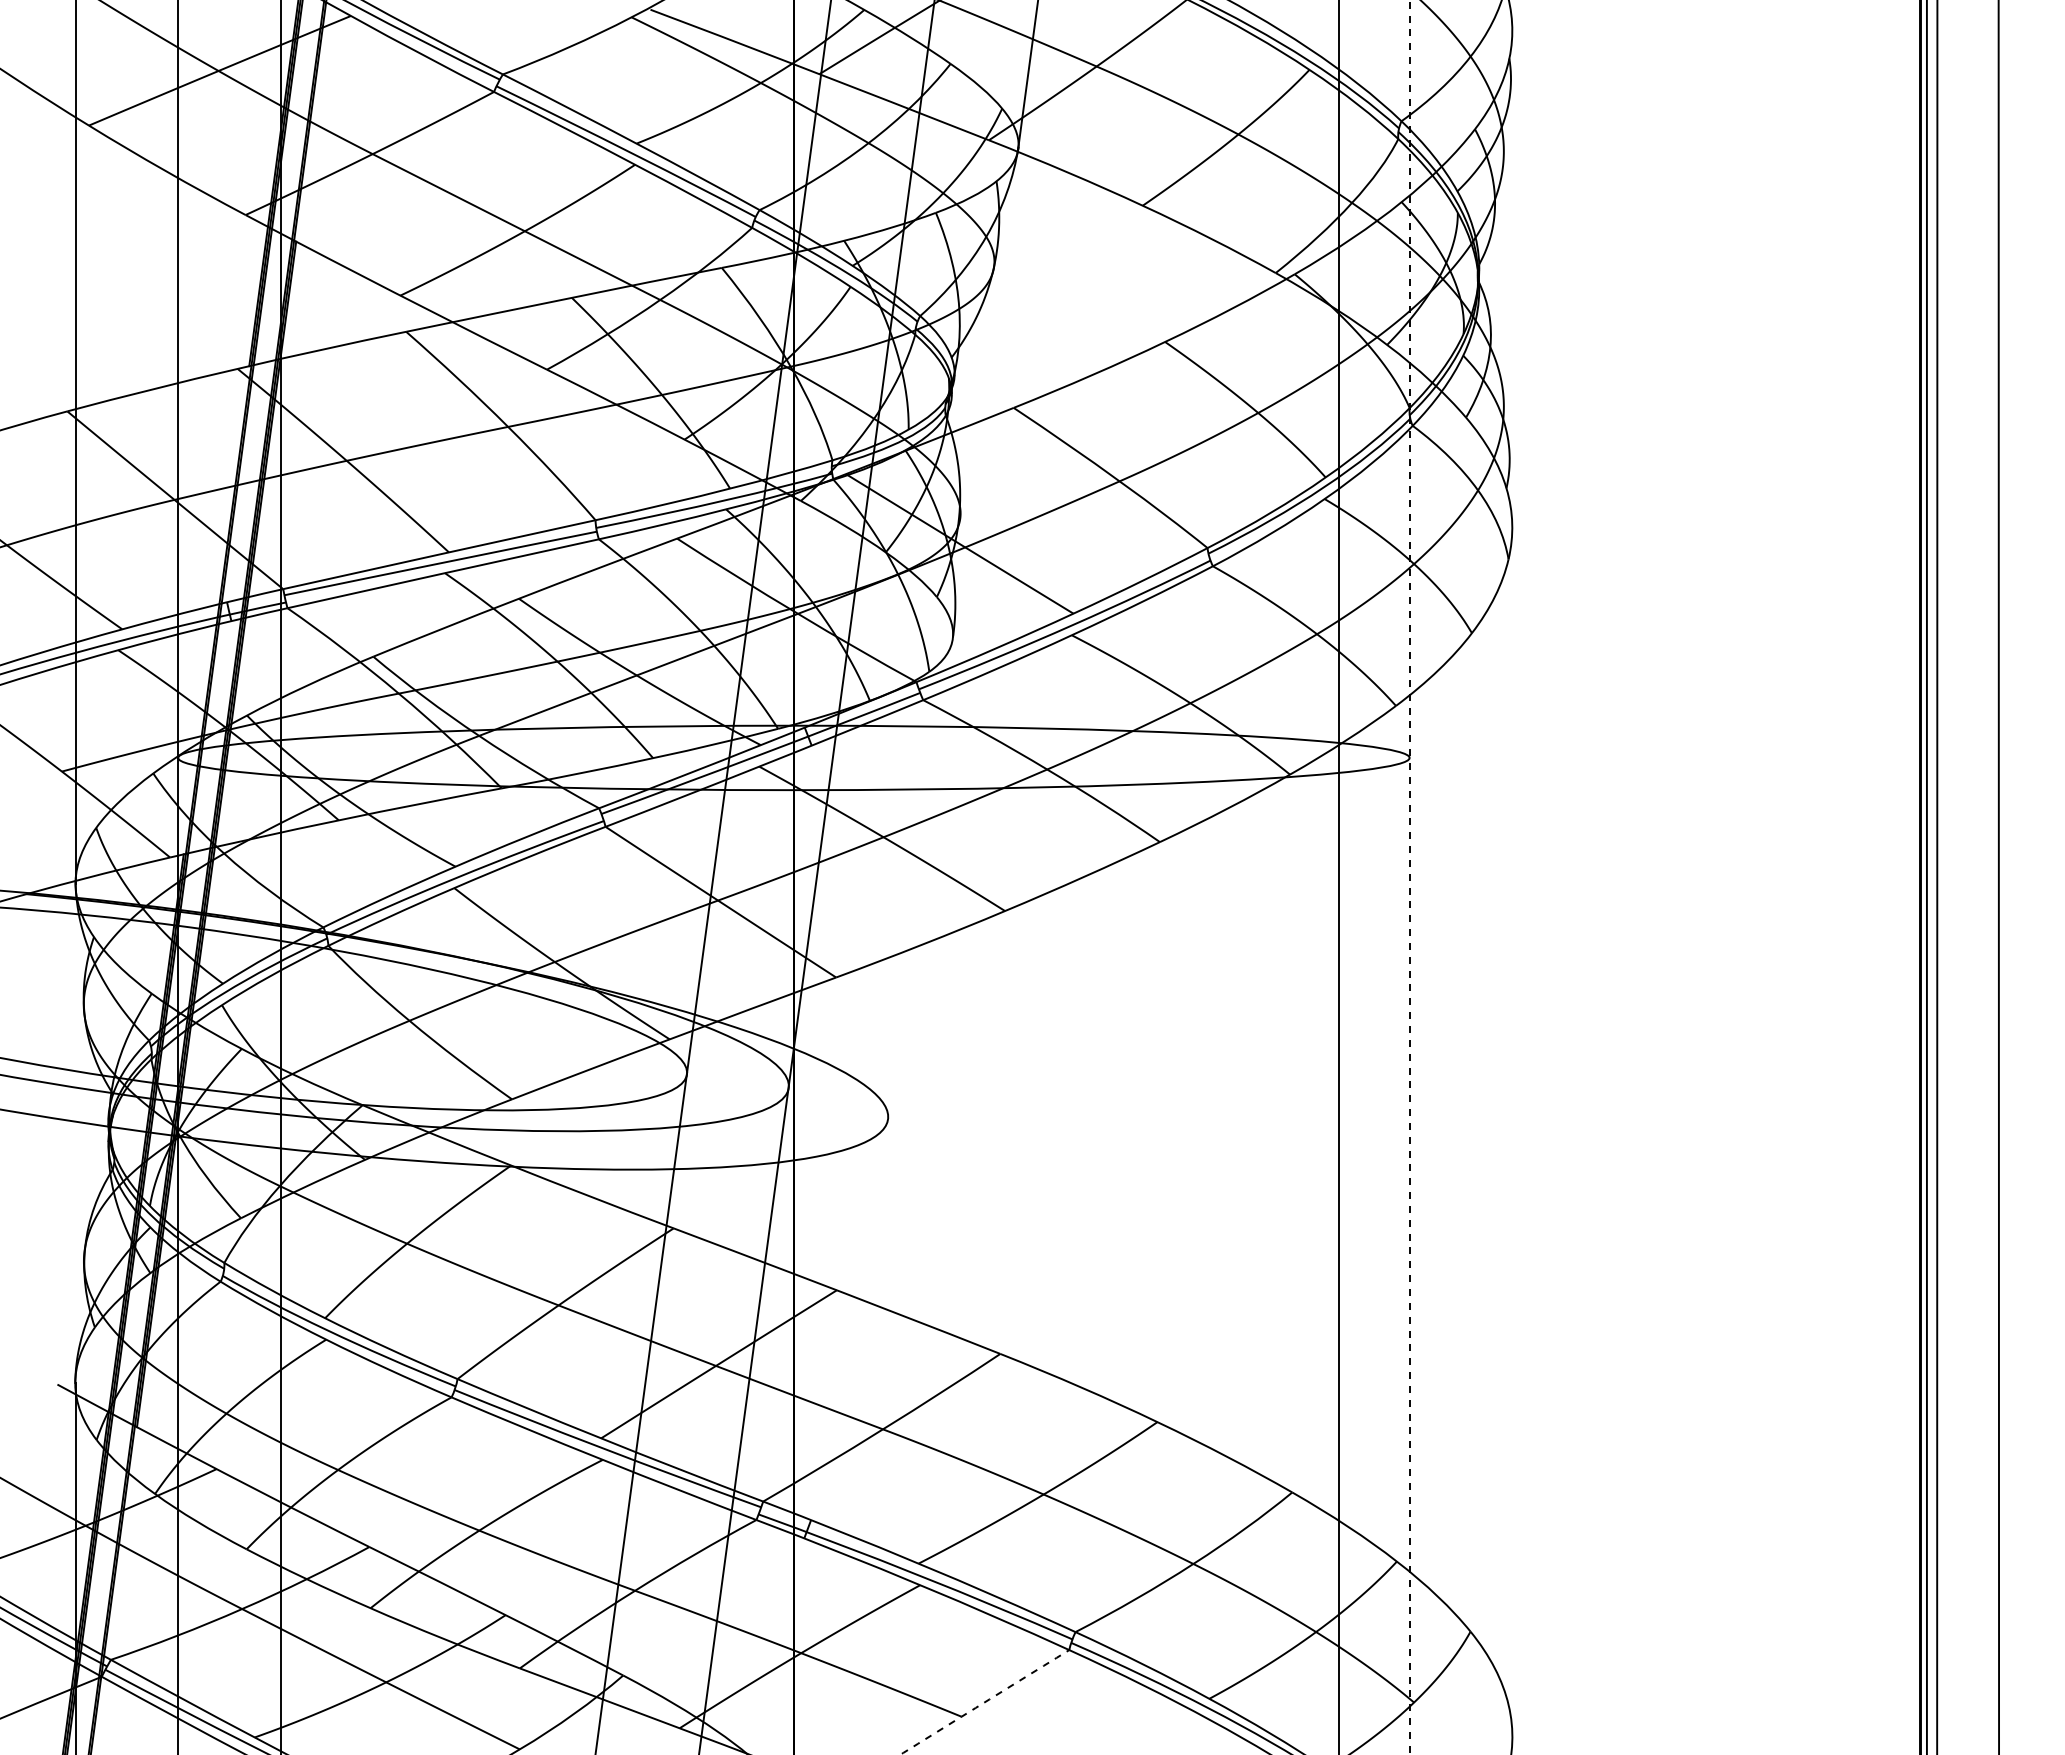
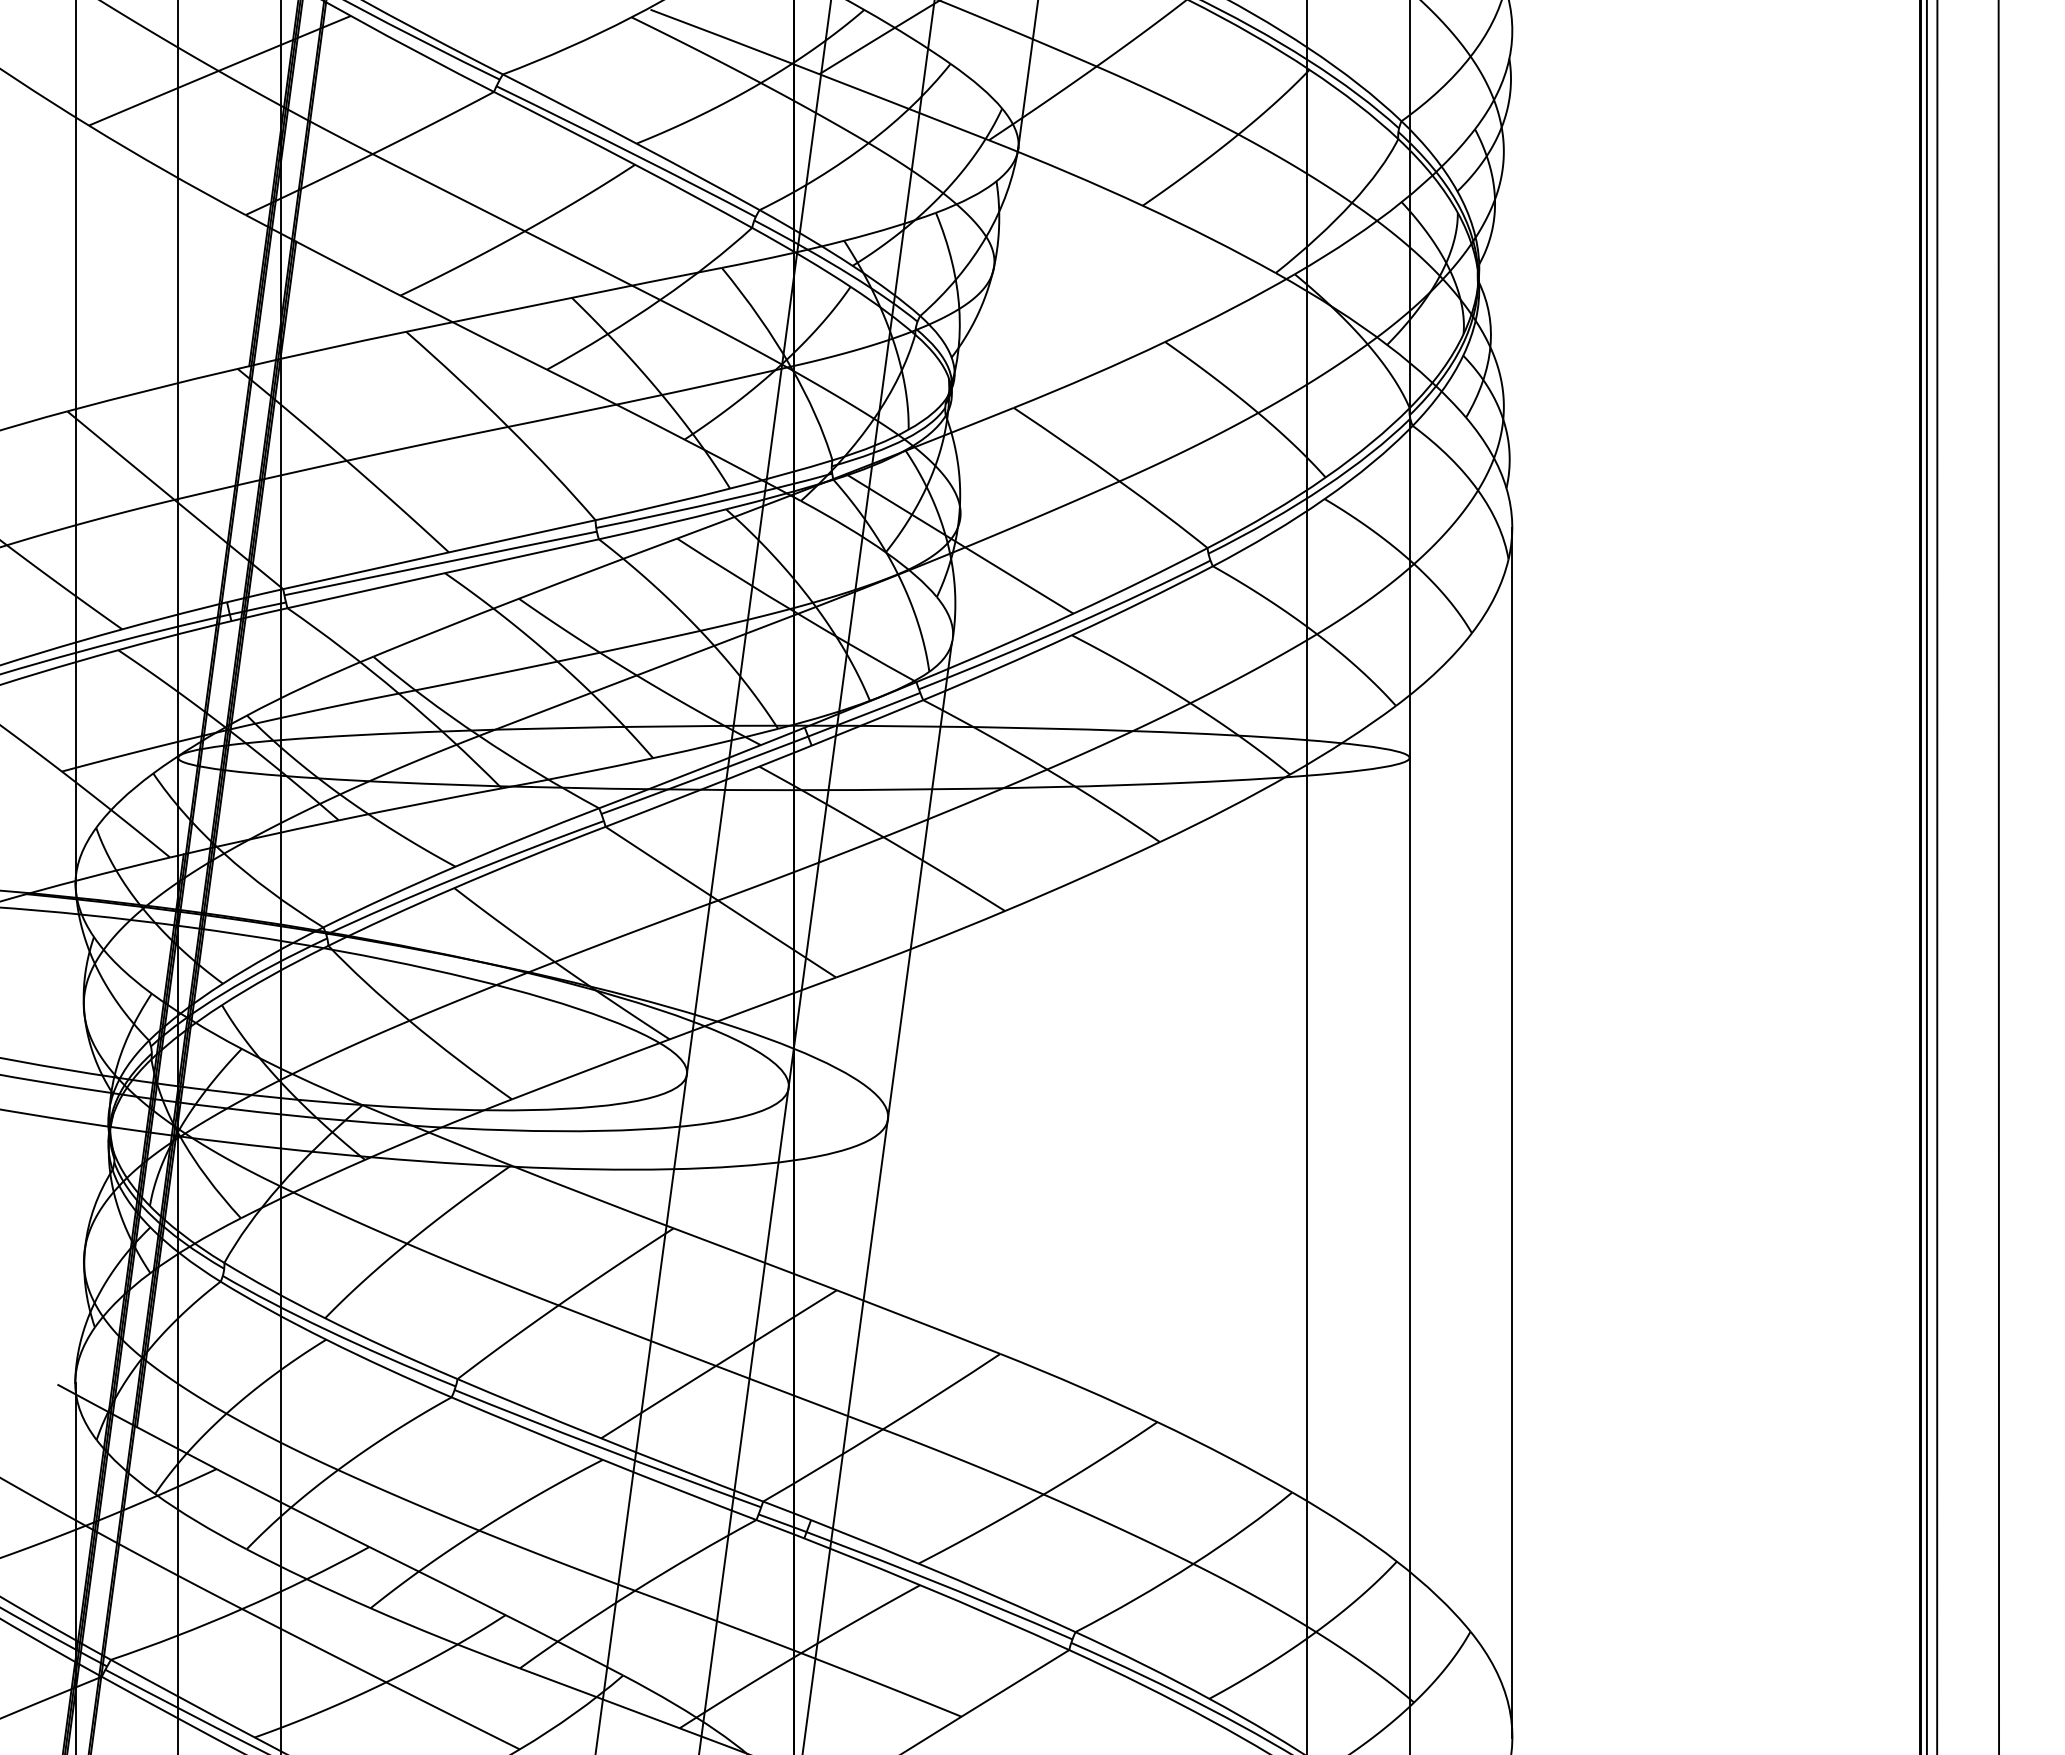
line at (1339, 876) position: (1339, 876) -> (1307, 876)
line at (1409, 877): dashed -> solid
line at (1512, 1132): none -> present
line at (876, 1196): none -> present
arc at (986, 1701): dashed -> solid
